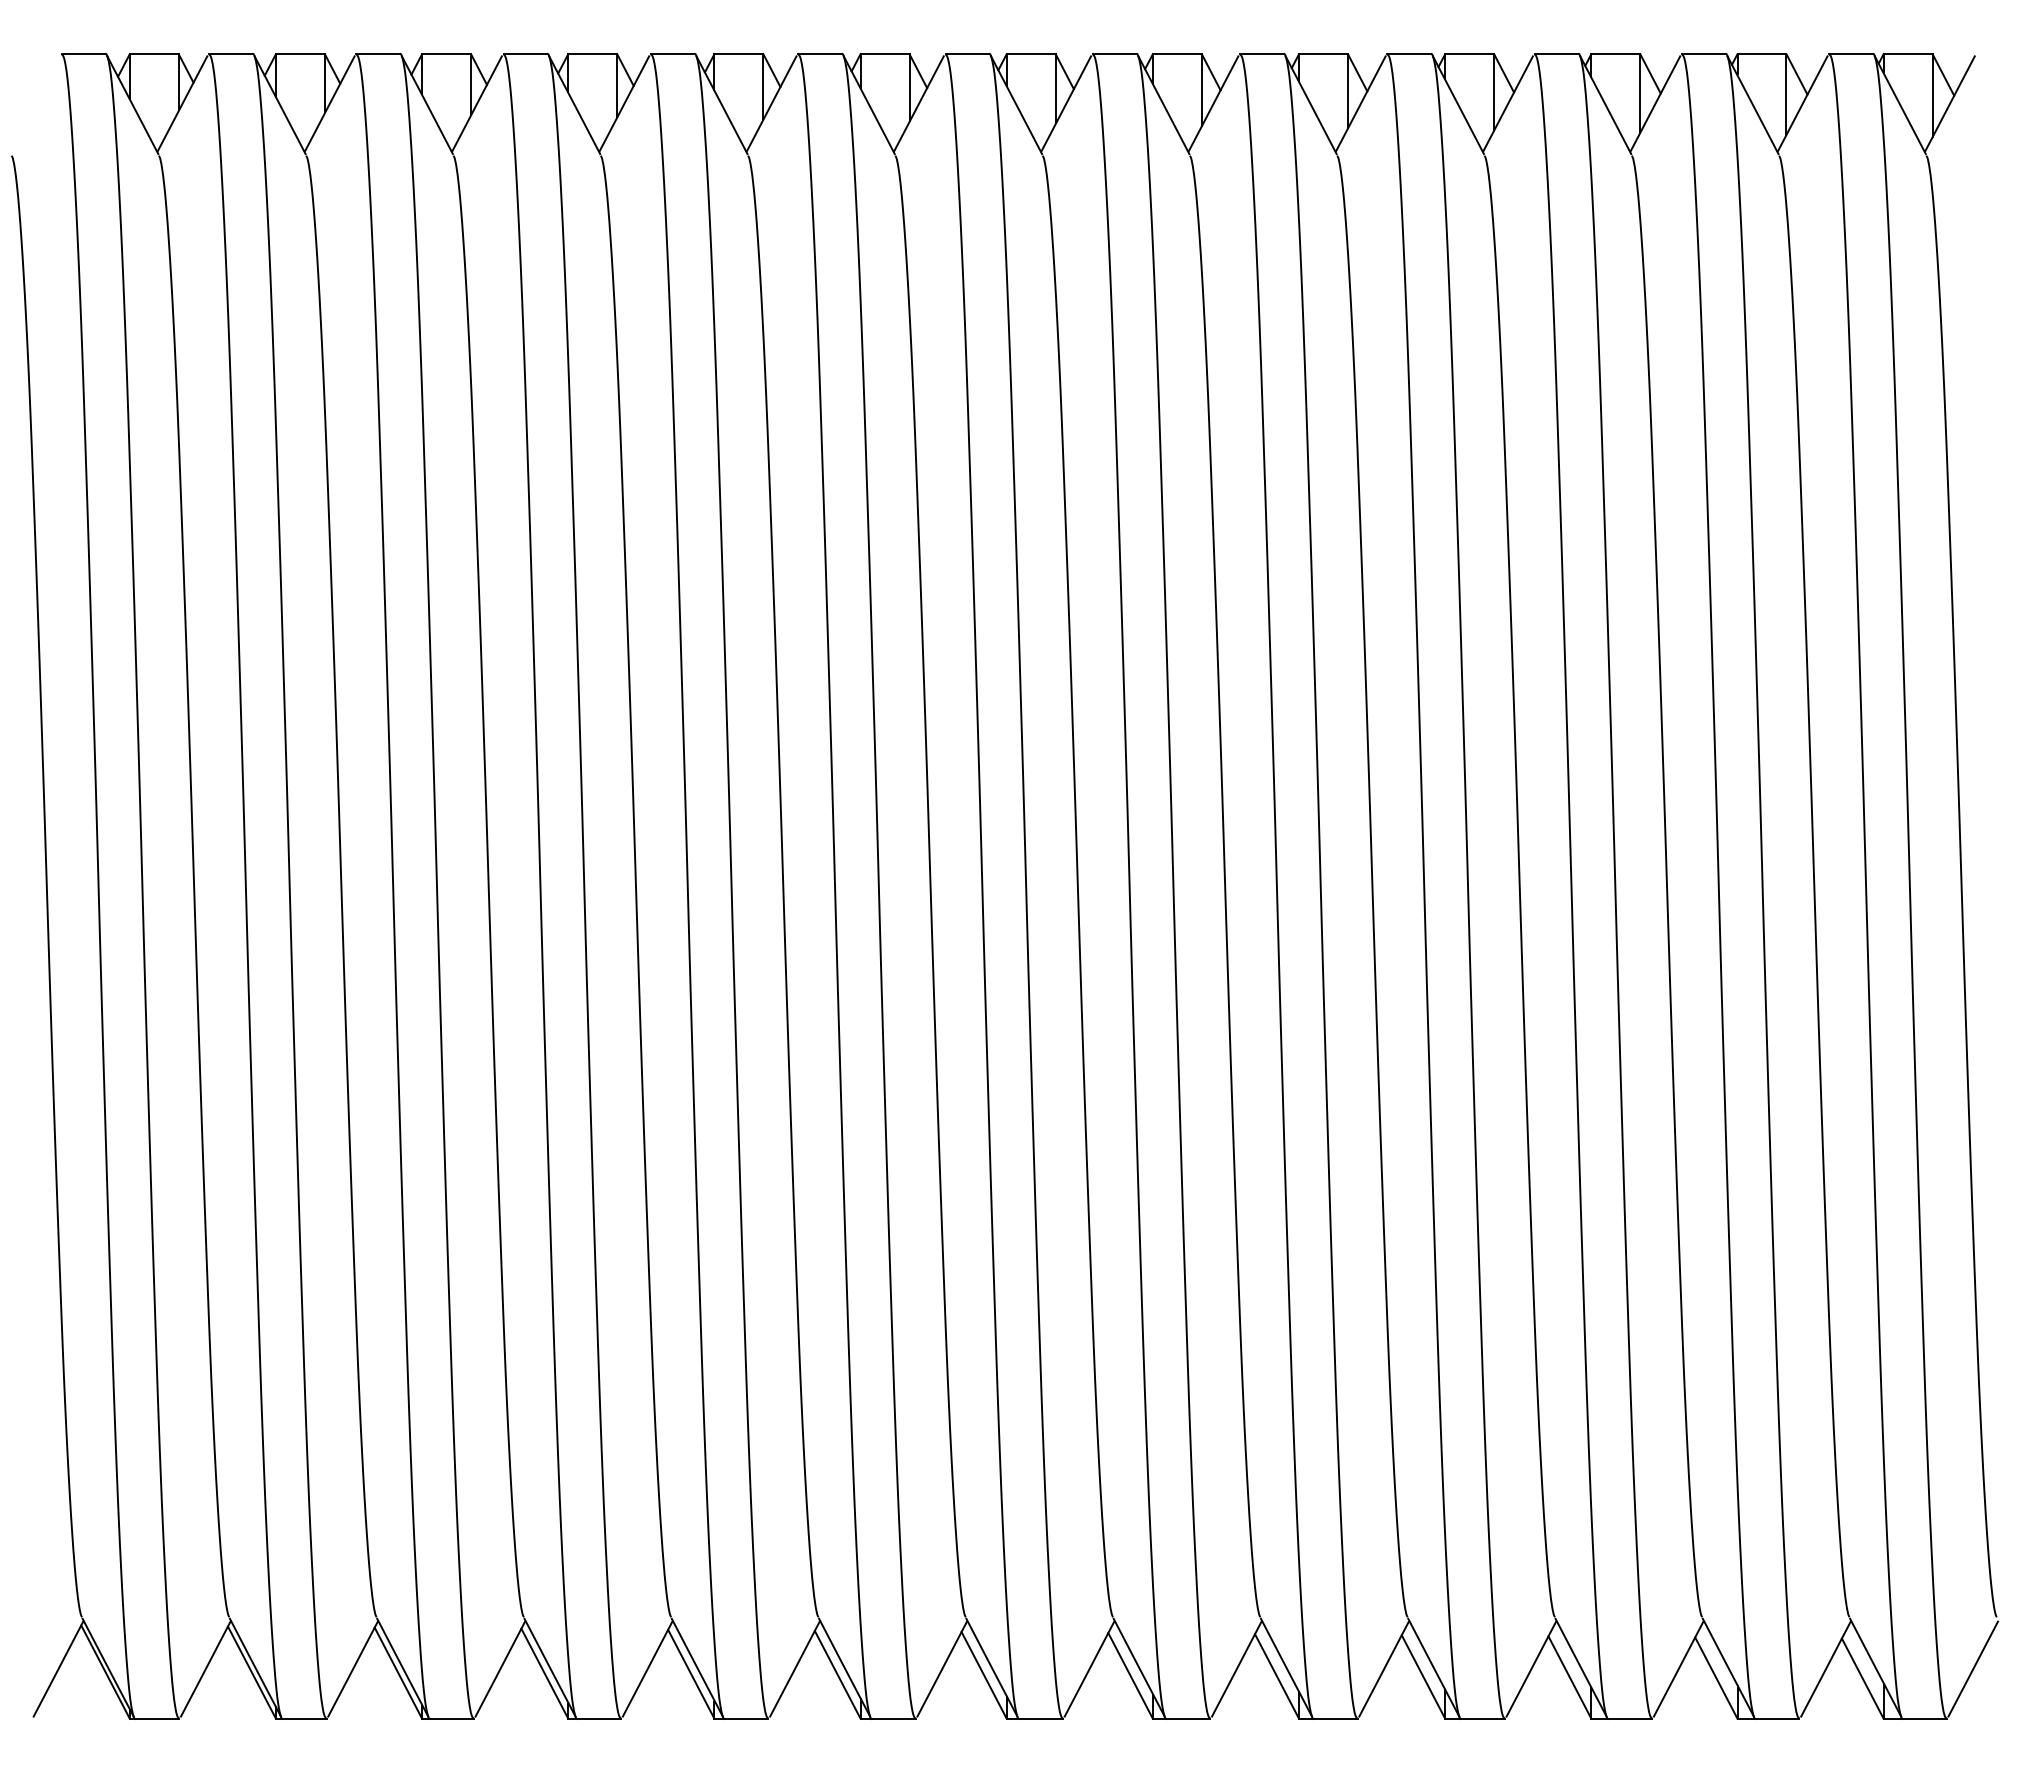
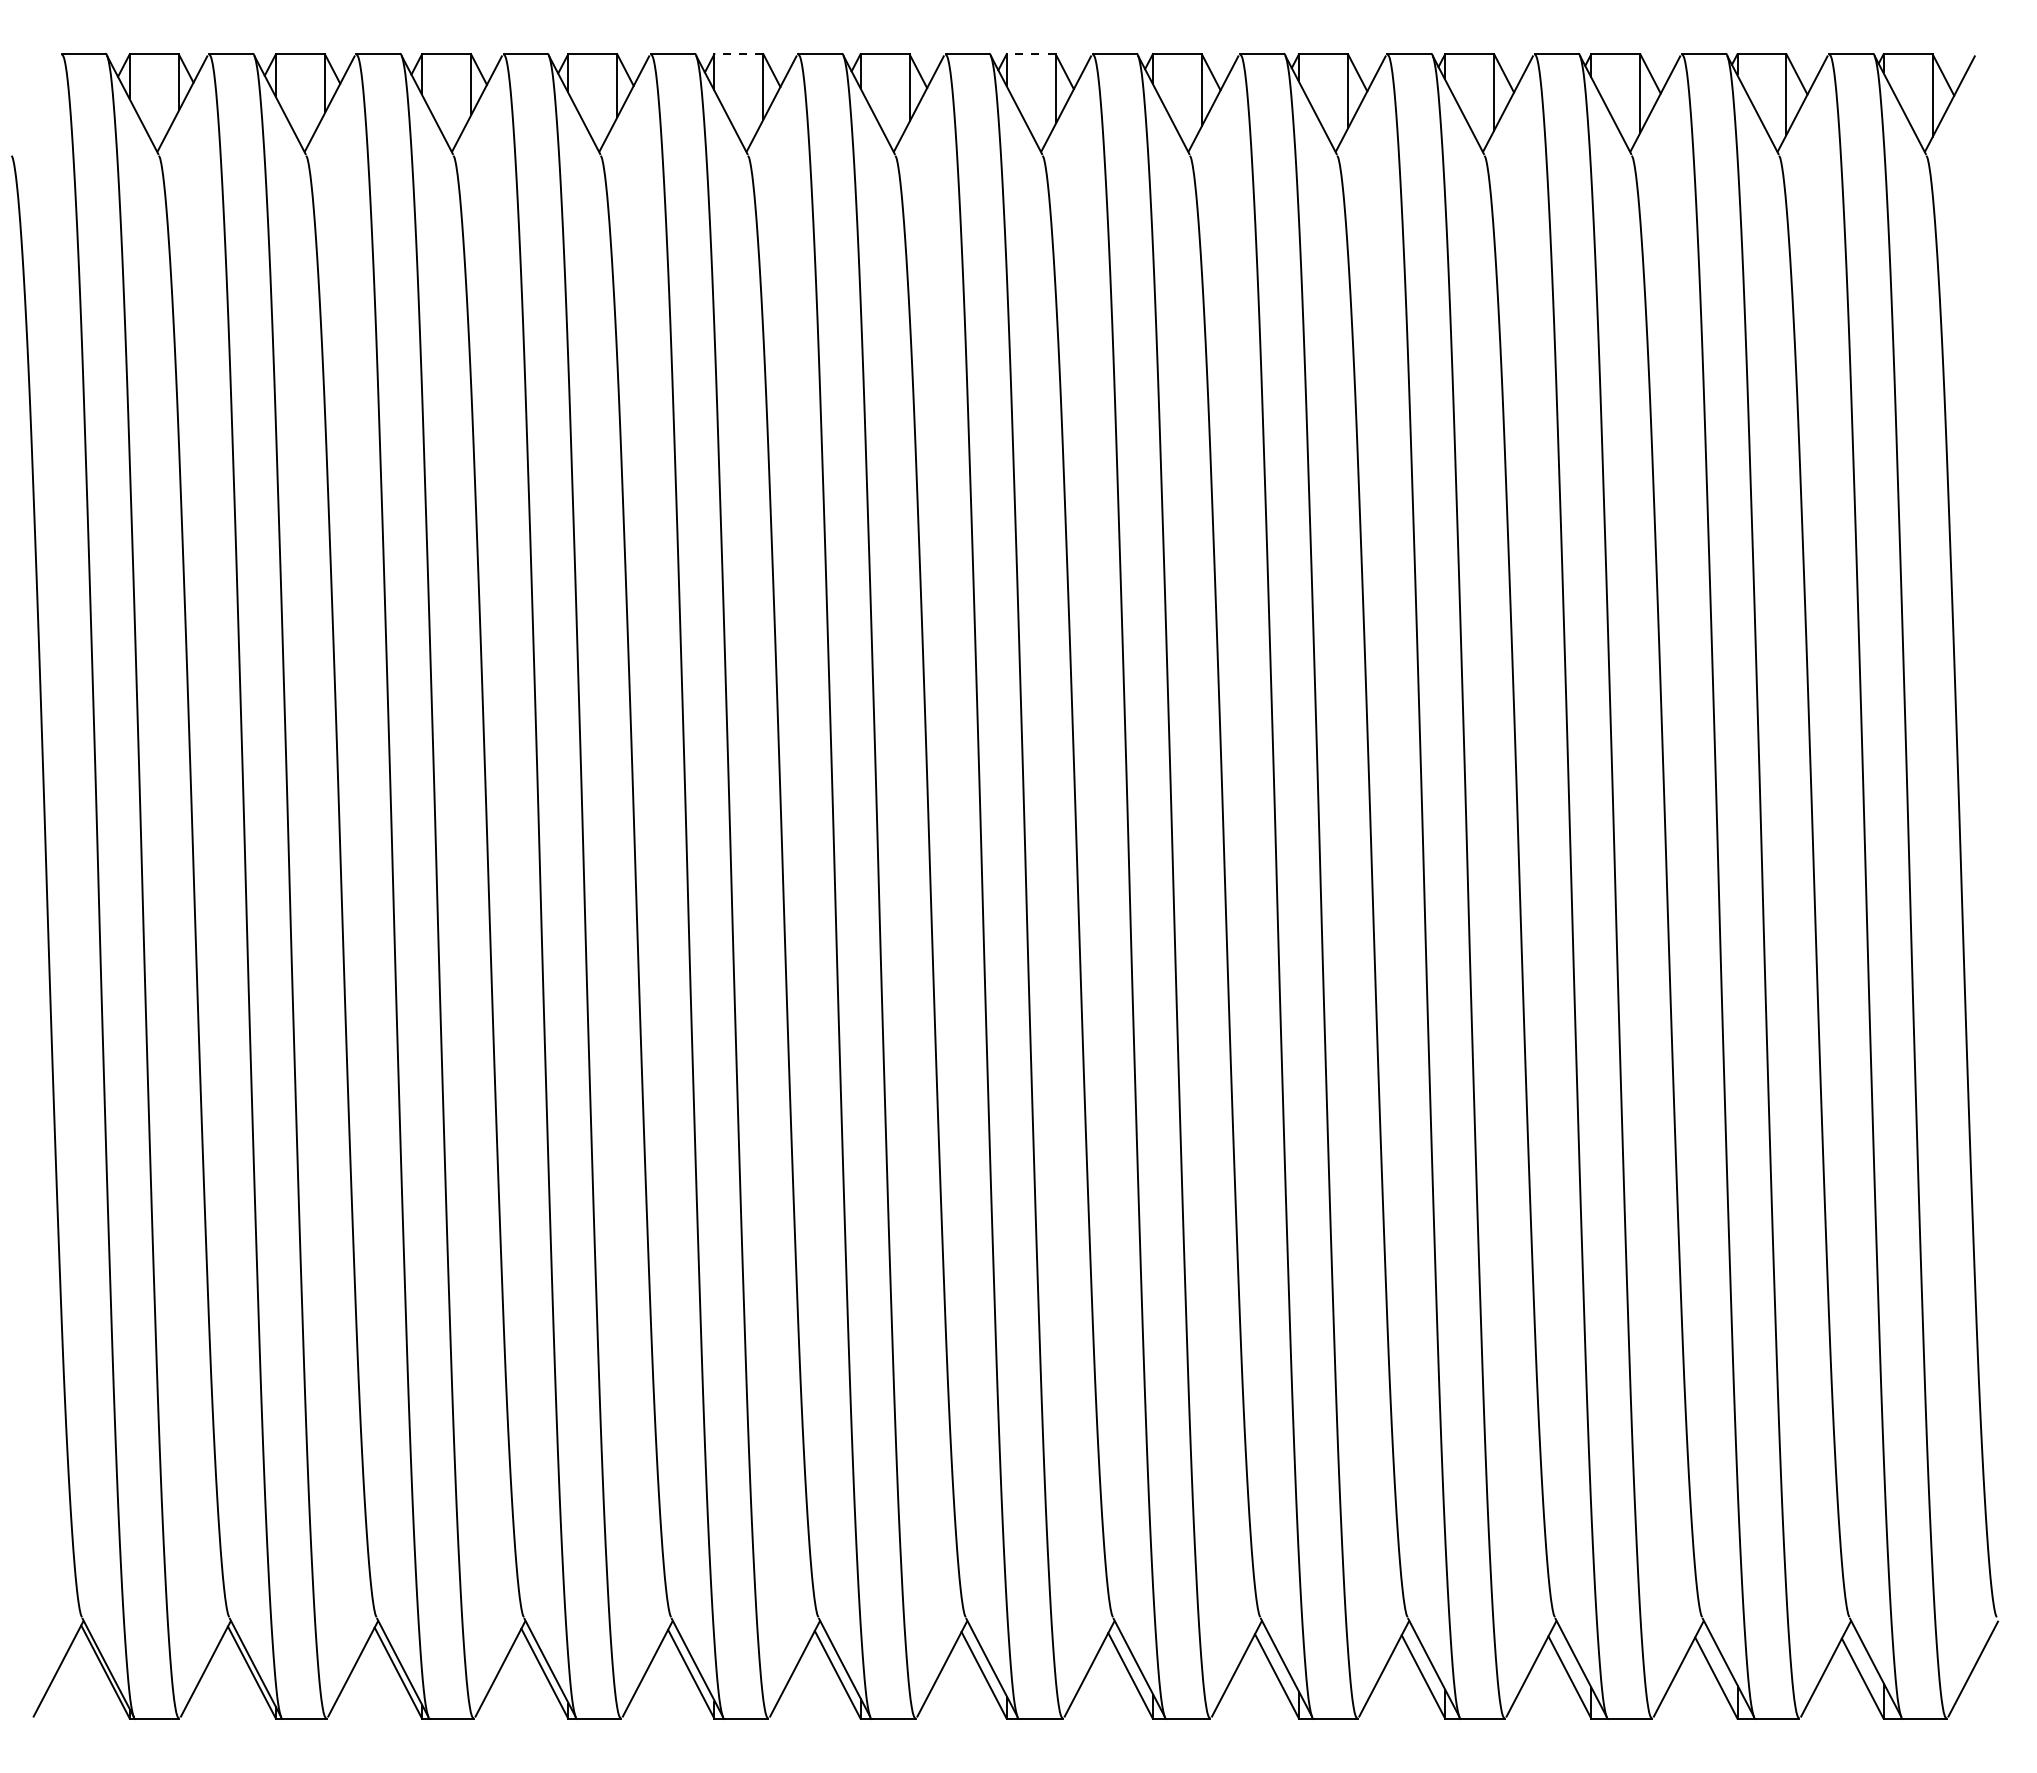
line at (738, 54): solid -> dashed
line at (1030, 54): solid -> dashed
